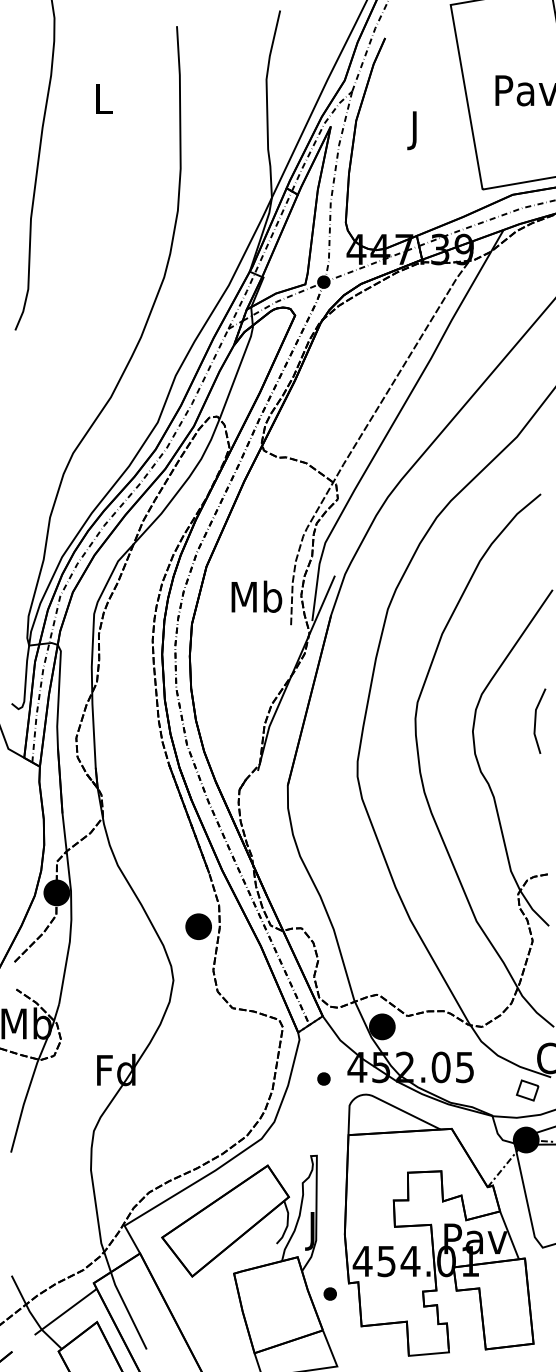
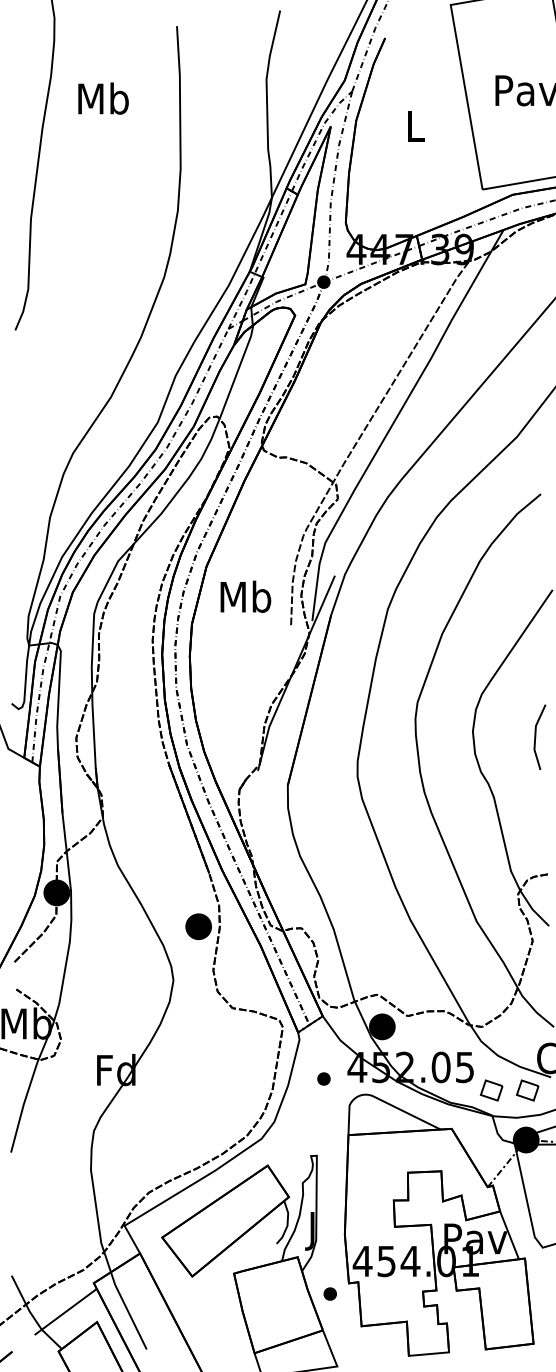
text at (103, 98): L -> Mb
text at (415, 130): J -> L
text at (256, 596) position: (256, 596) -> (245, 596)
line at (536, 720) position: (536, 720) -> (536, 736)
part at (491, 1090): none -> present
